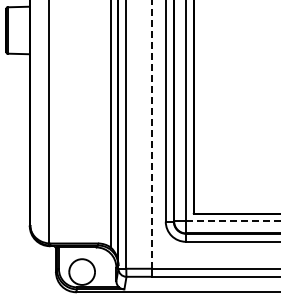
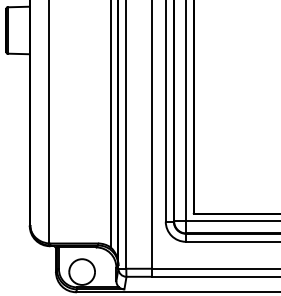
line at (152, 133): dashed -> solid
line at (233, 221): dashed -> solid
